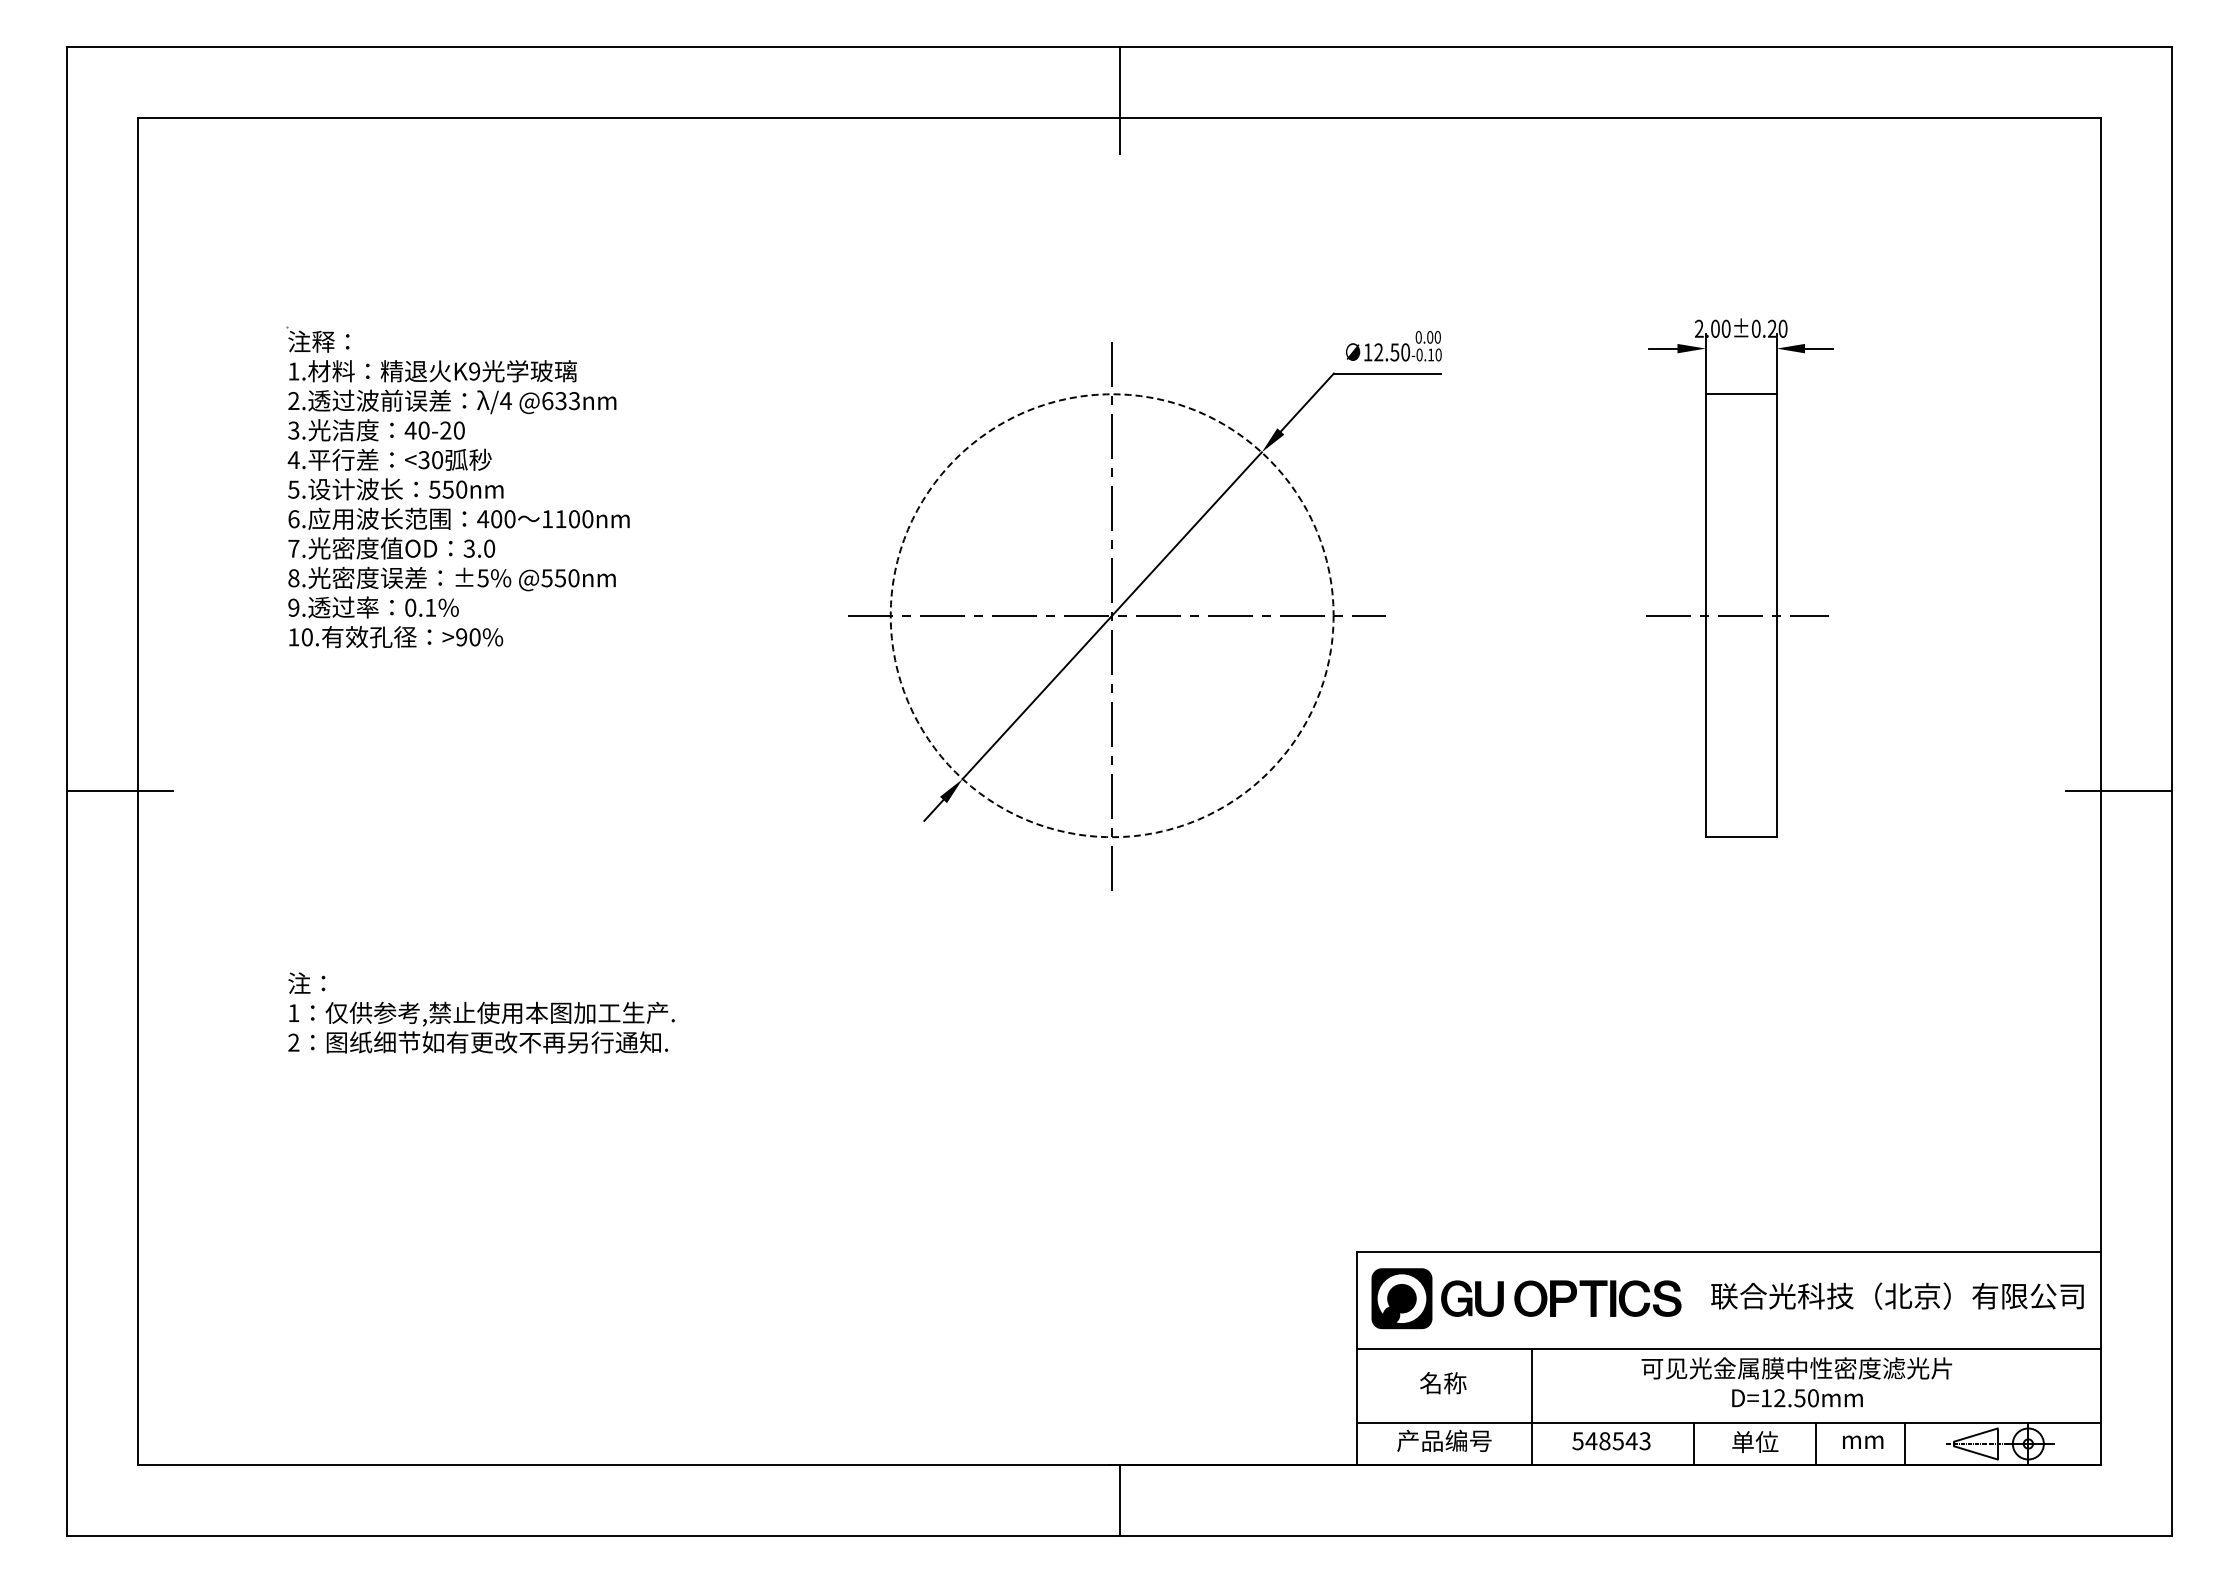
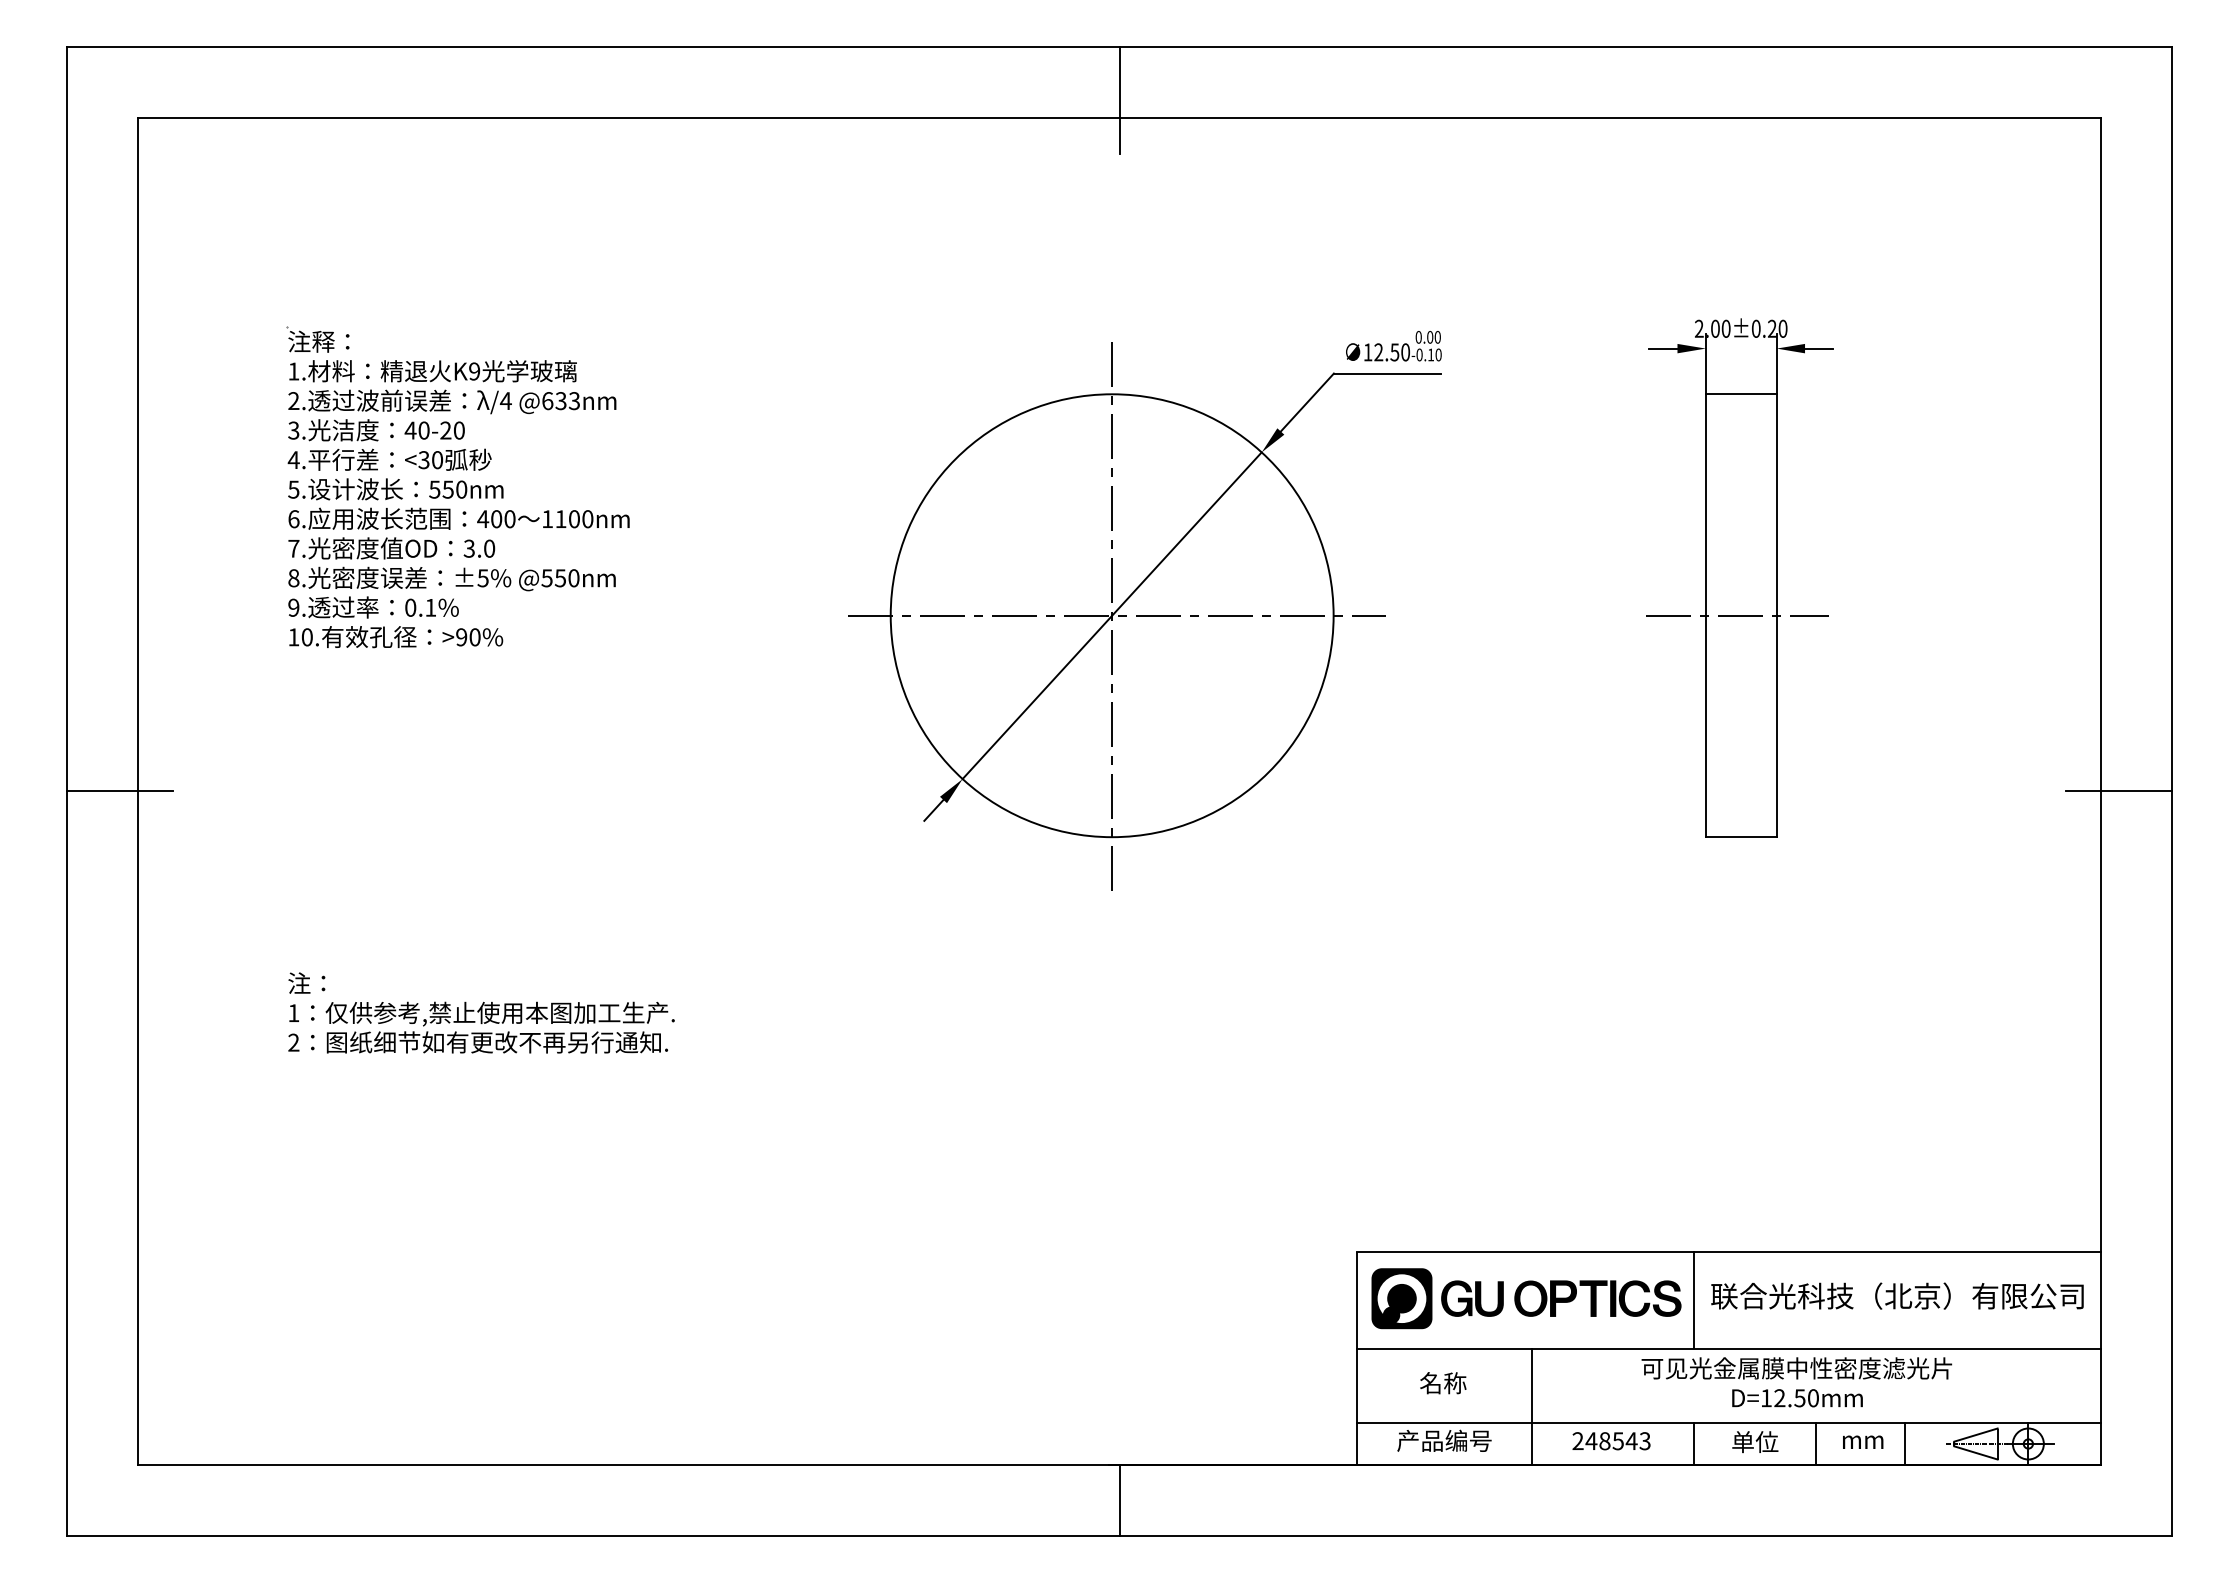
circle at (1111, 615): dashed -> solid
line at (1694, 1300): none -> present
text at (1577, 1441): 548543 -> 248543
